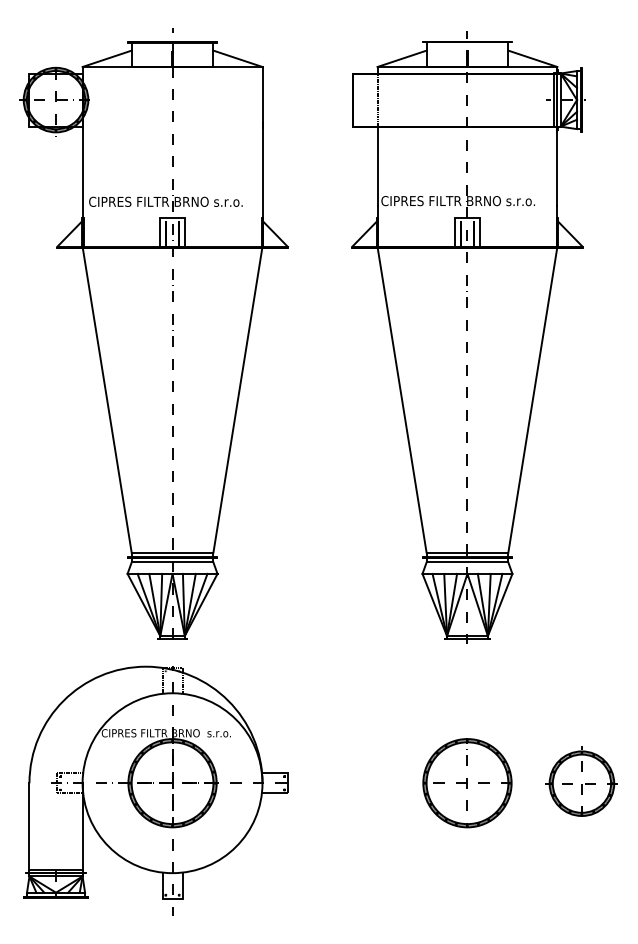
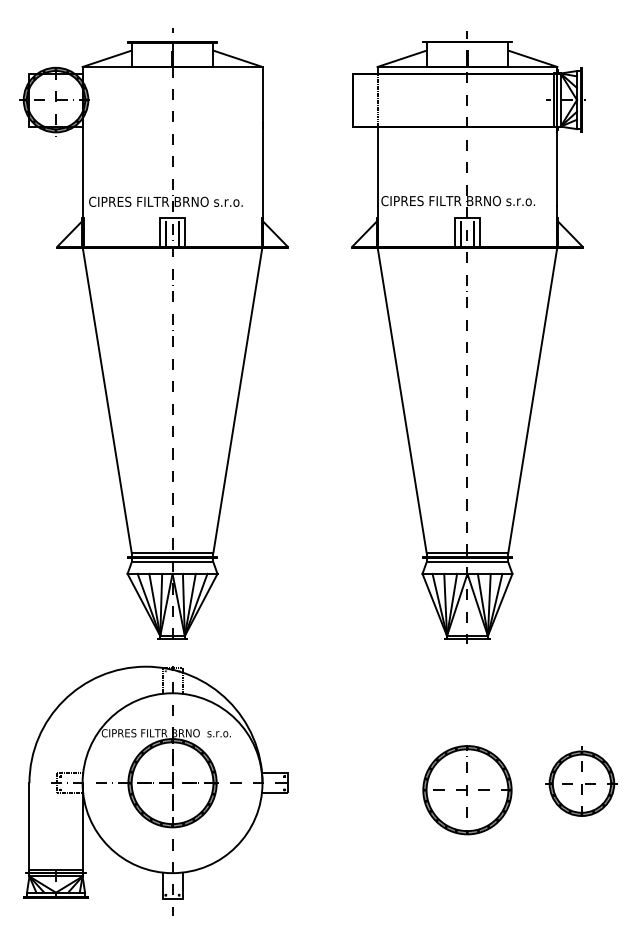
part at (467, 783) position: (467, 783) -> (467, 790)
